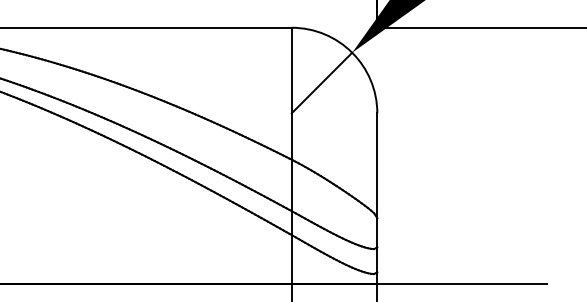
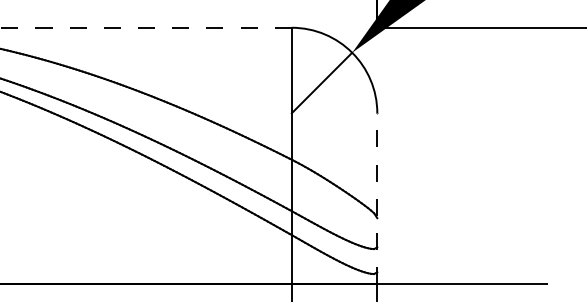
line at (145, 27): solid -> dashed
line at (377, 198): solid -> dashed
